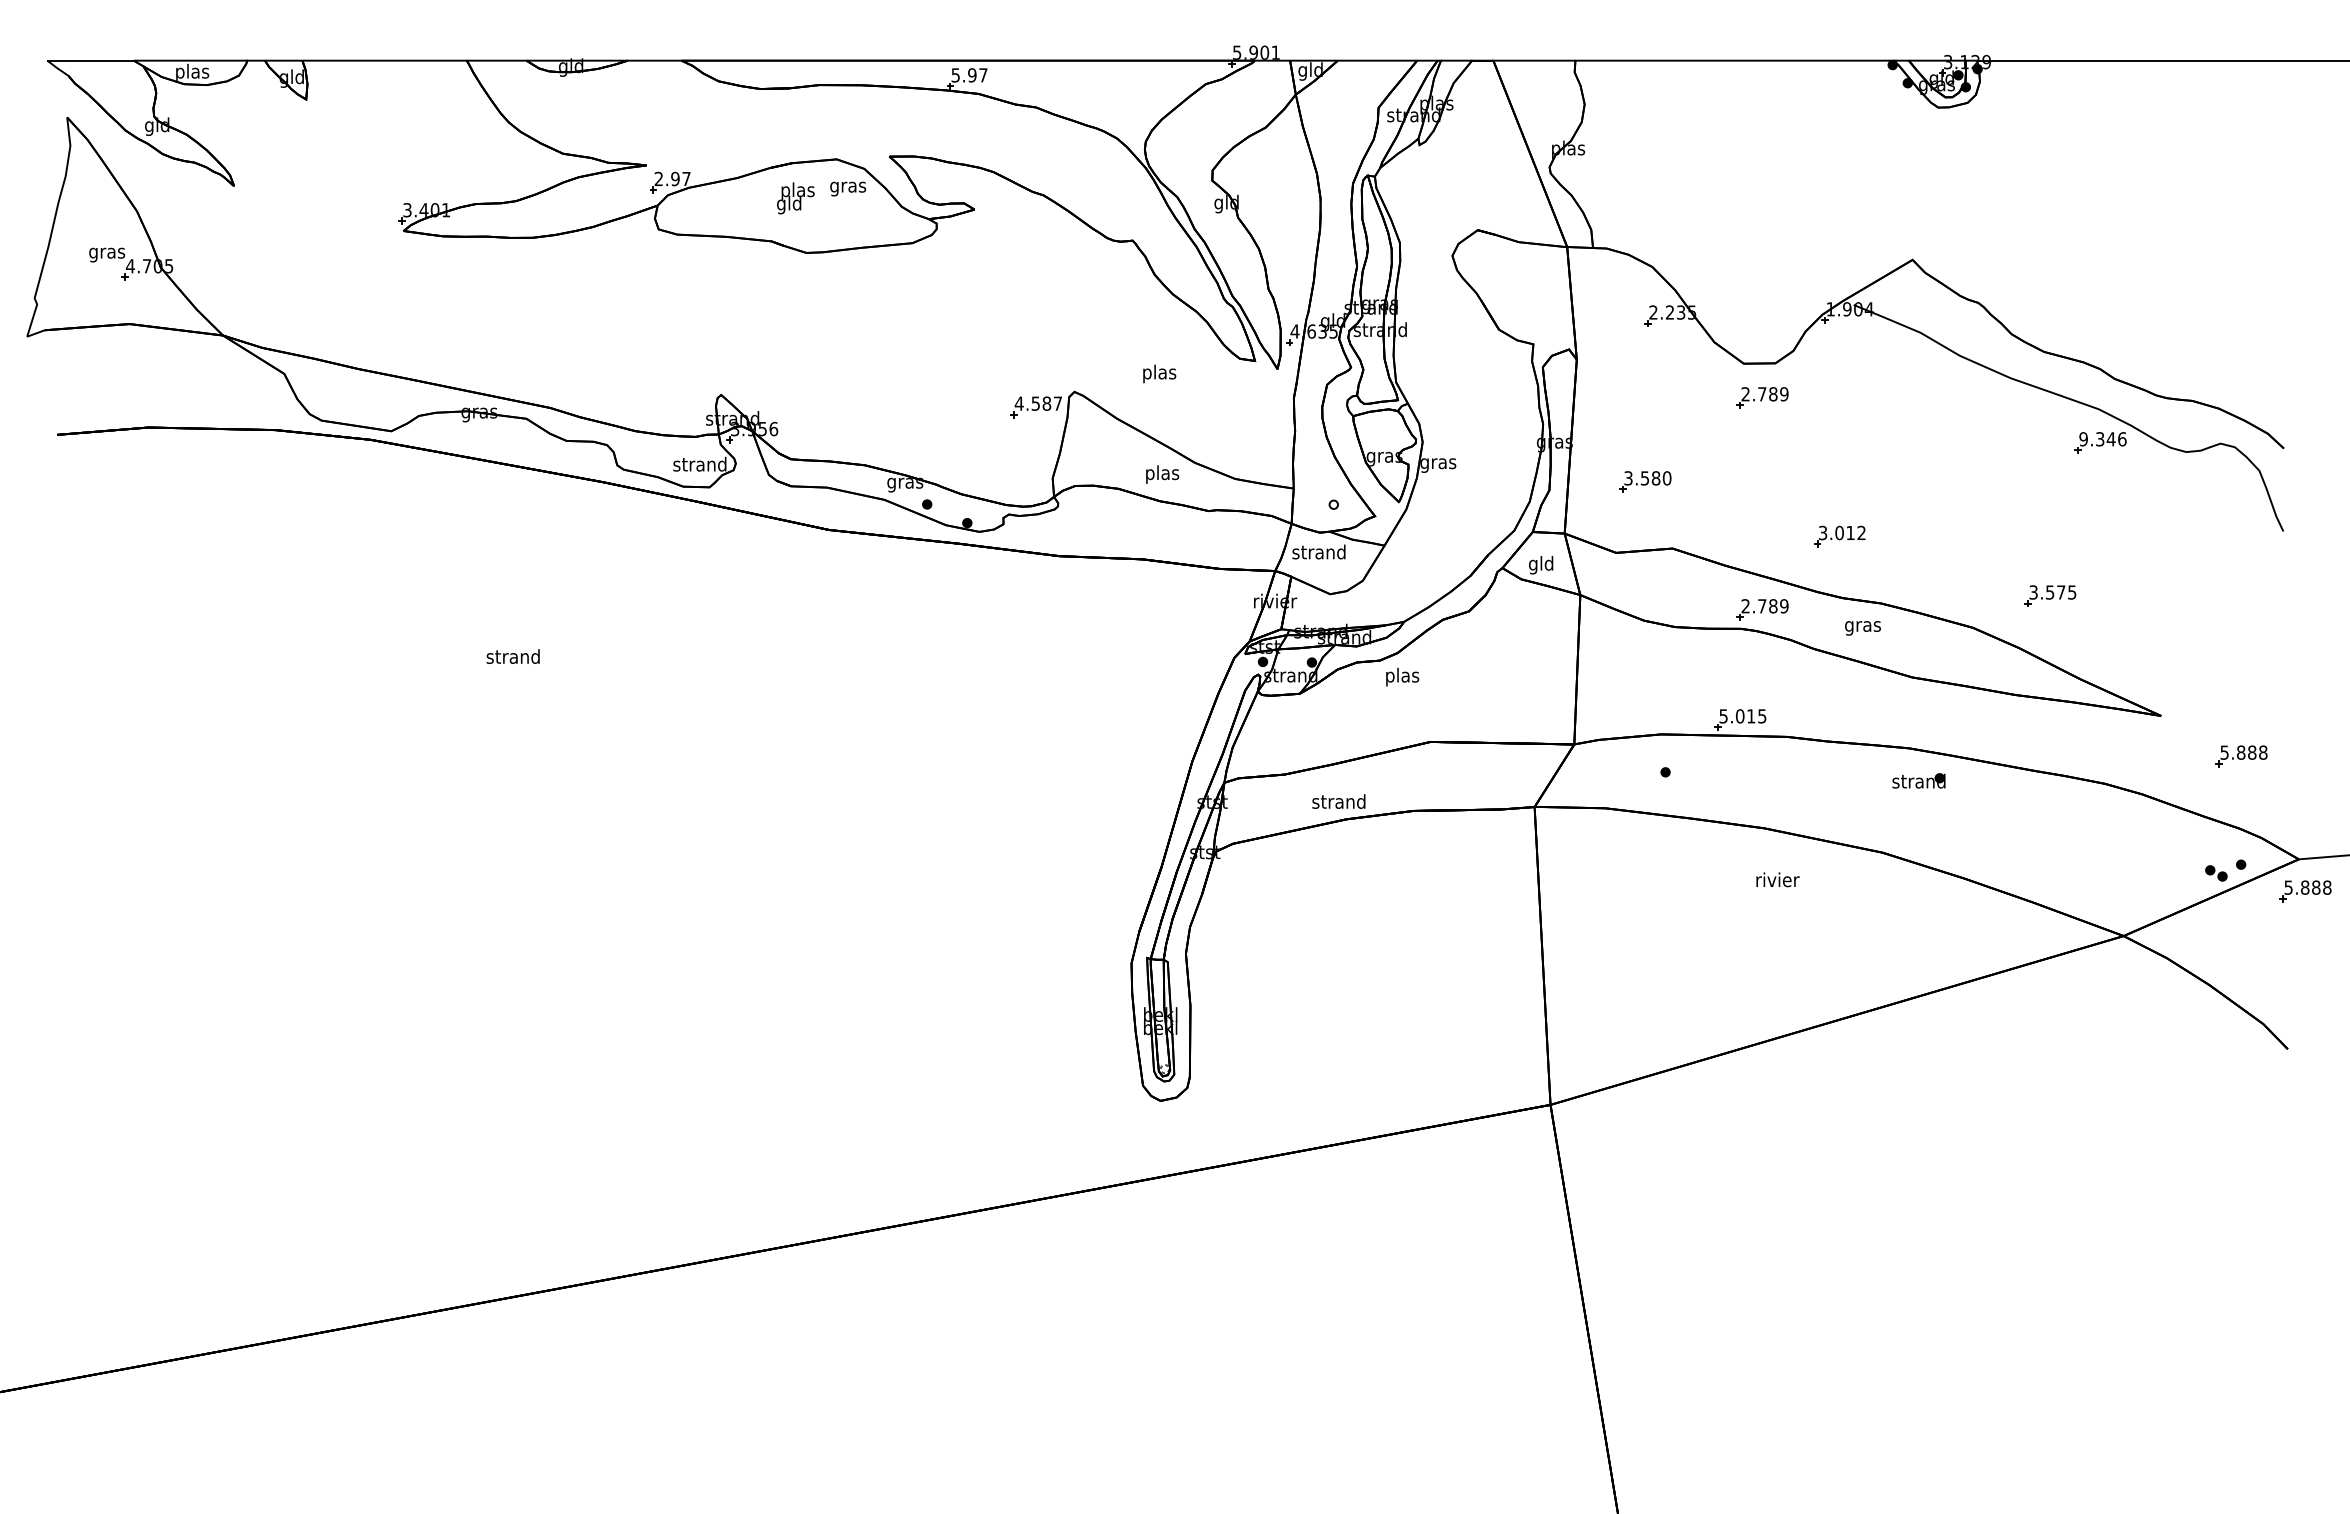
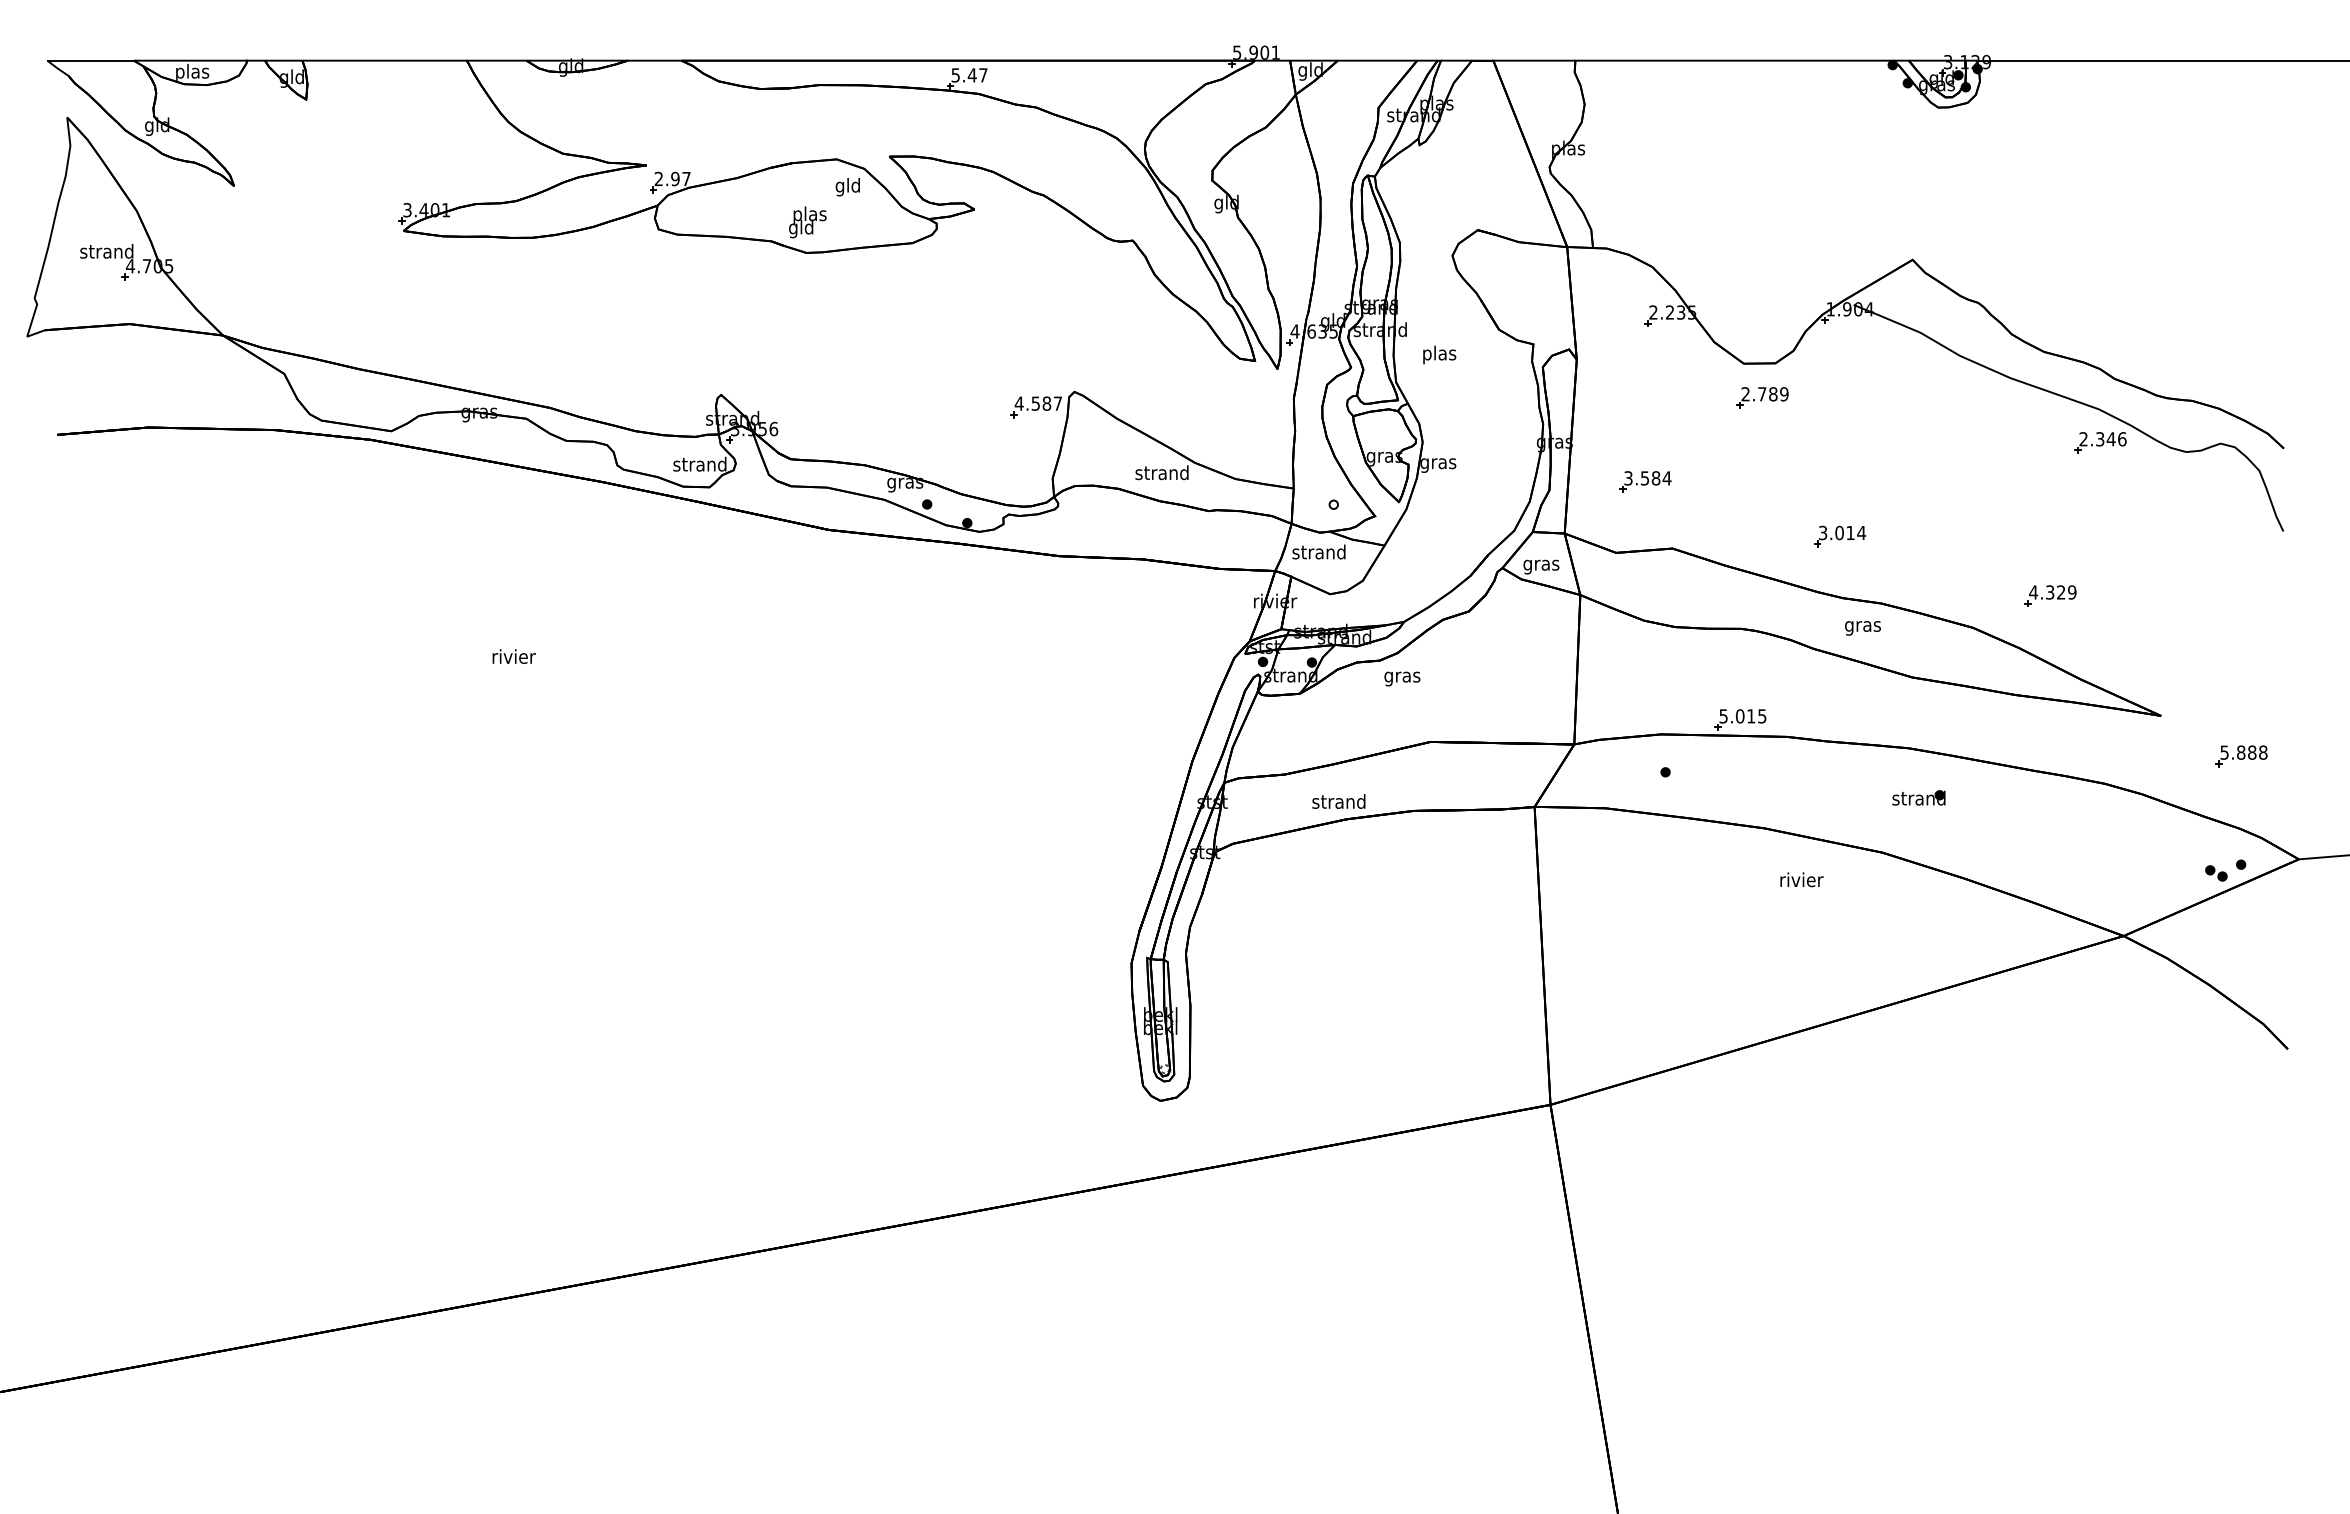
text at (971, 75): 5.97 -> 5.47
text at (848, 186): gras -> gld
text at (795, 198) position: (795, 198) -> (807, 222)
text at (106, 252): gras -> strand
text at (1159, 373) position: (1159, 373) -> (1439, 354)
text at (2083, 439): 9.346 -> 2.346
text at (1161, 474): plas -> strand
text at (1666, 478): 3.580 -> 3.584
text at (1861, 532): 3.012 -> 3.014
text at (1541, 565): gld -> gras
text at (2052, 592): 3.575 -> 4.329
part at (1762, 609): present -> none
text at (512, 656): strand -> rivier
text at (1402, 676): plas -> gras
part at (1918, 780) position: (1918, 780) -> (1918, 797)
text at (1777, 879) position: (1777, 879) -> (1801, 879)
part at (2305, 891): present -> none
